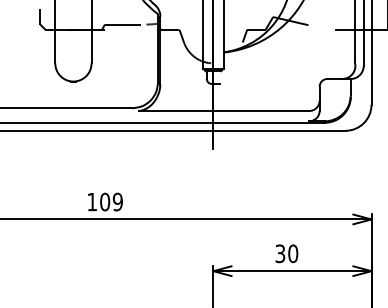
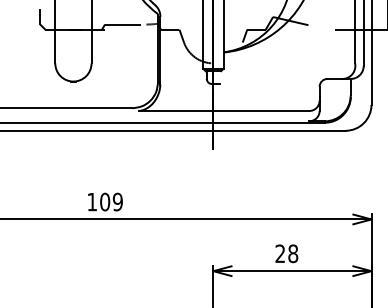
text at (286, 253): 30 -> 28
